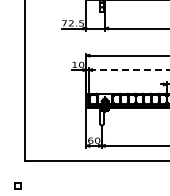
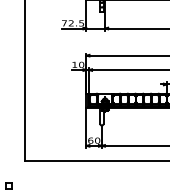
line at (129, 70): dashed -> solid
part at (17, 185) position: (17, 185) -> (8, 185)
